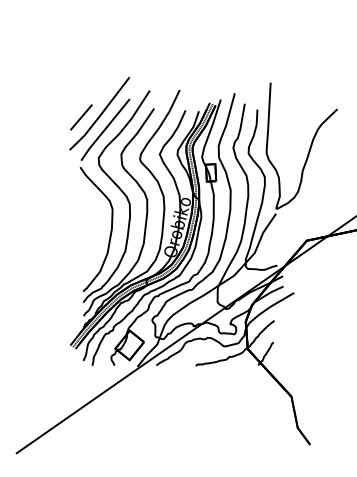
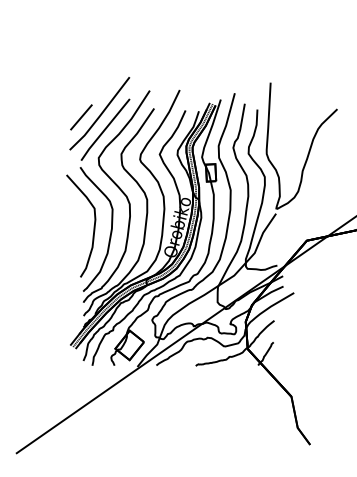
curve at (93, 225): none -> present
